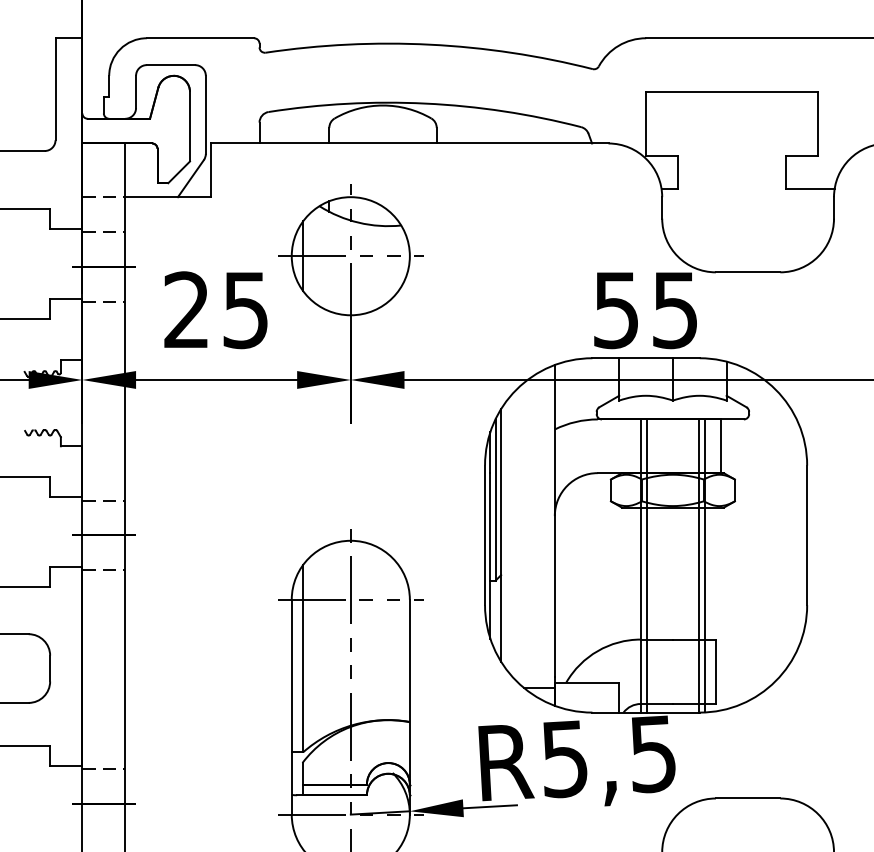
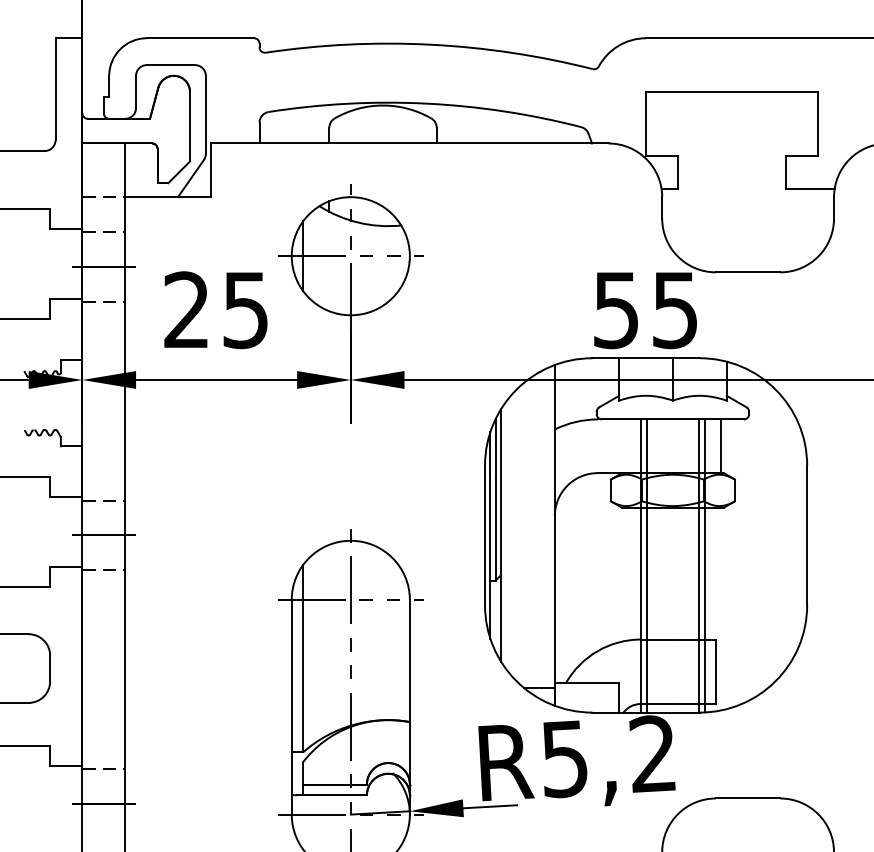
text at (652, 754): R5,5 -> R5,2
